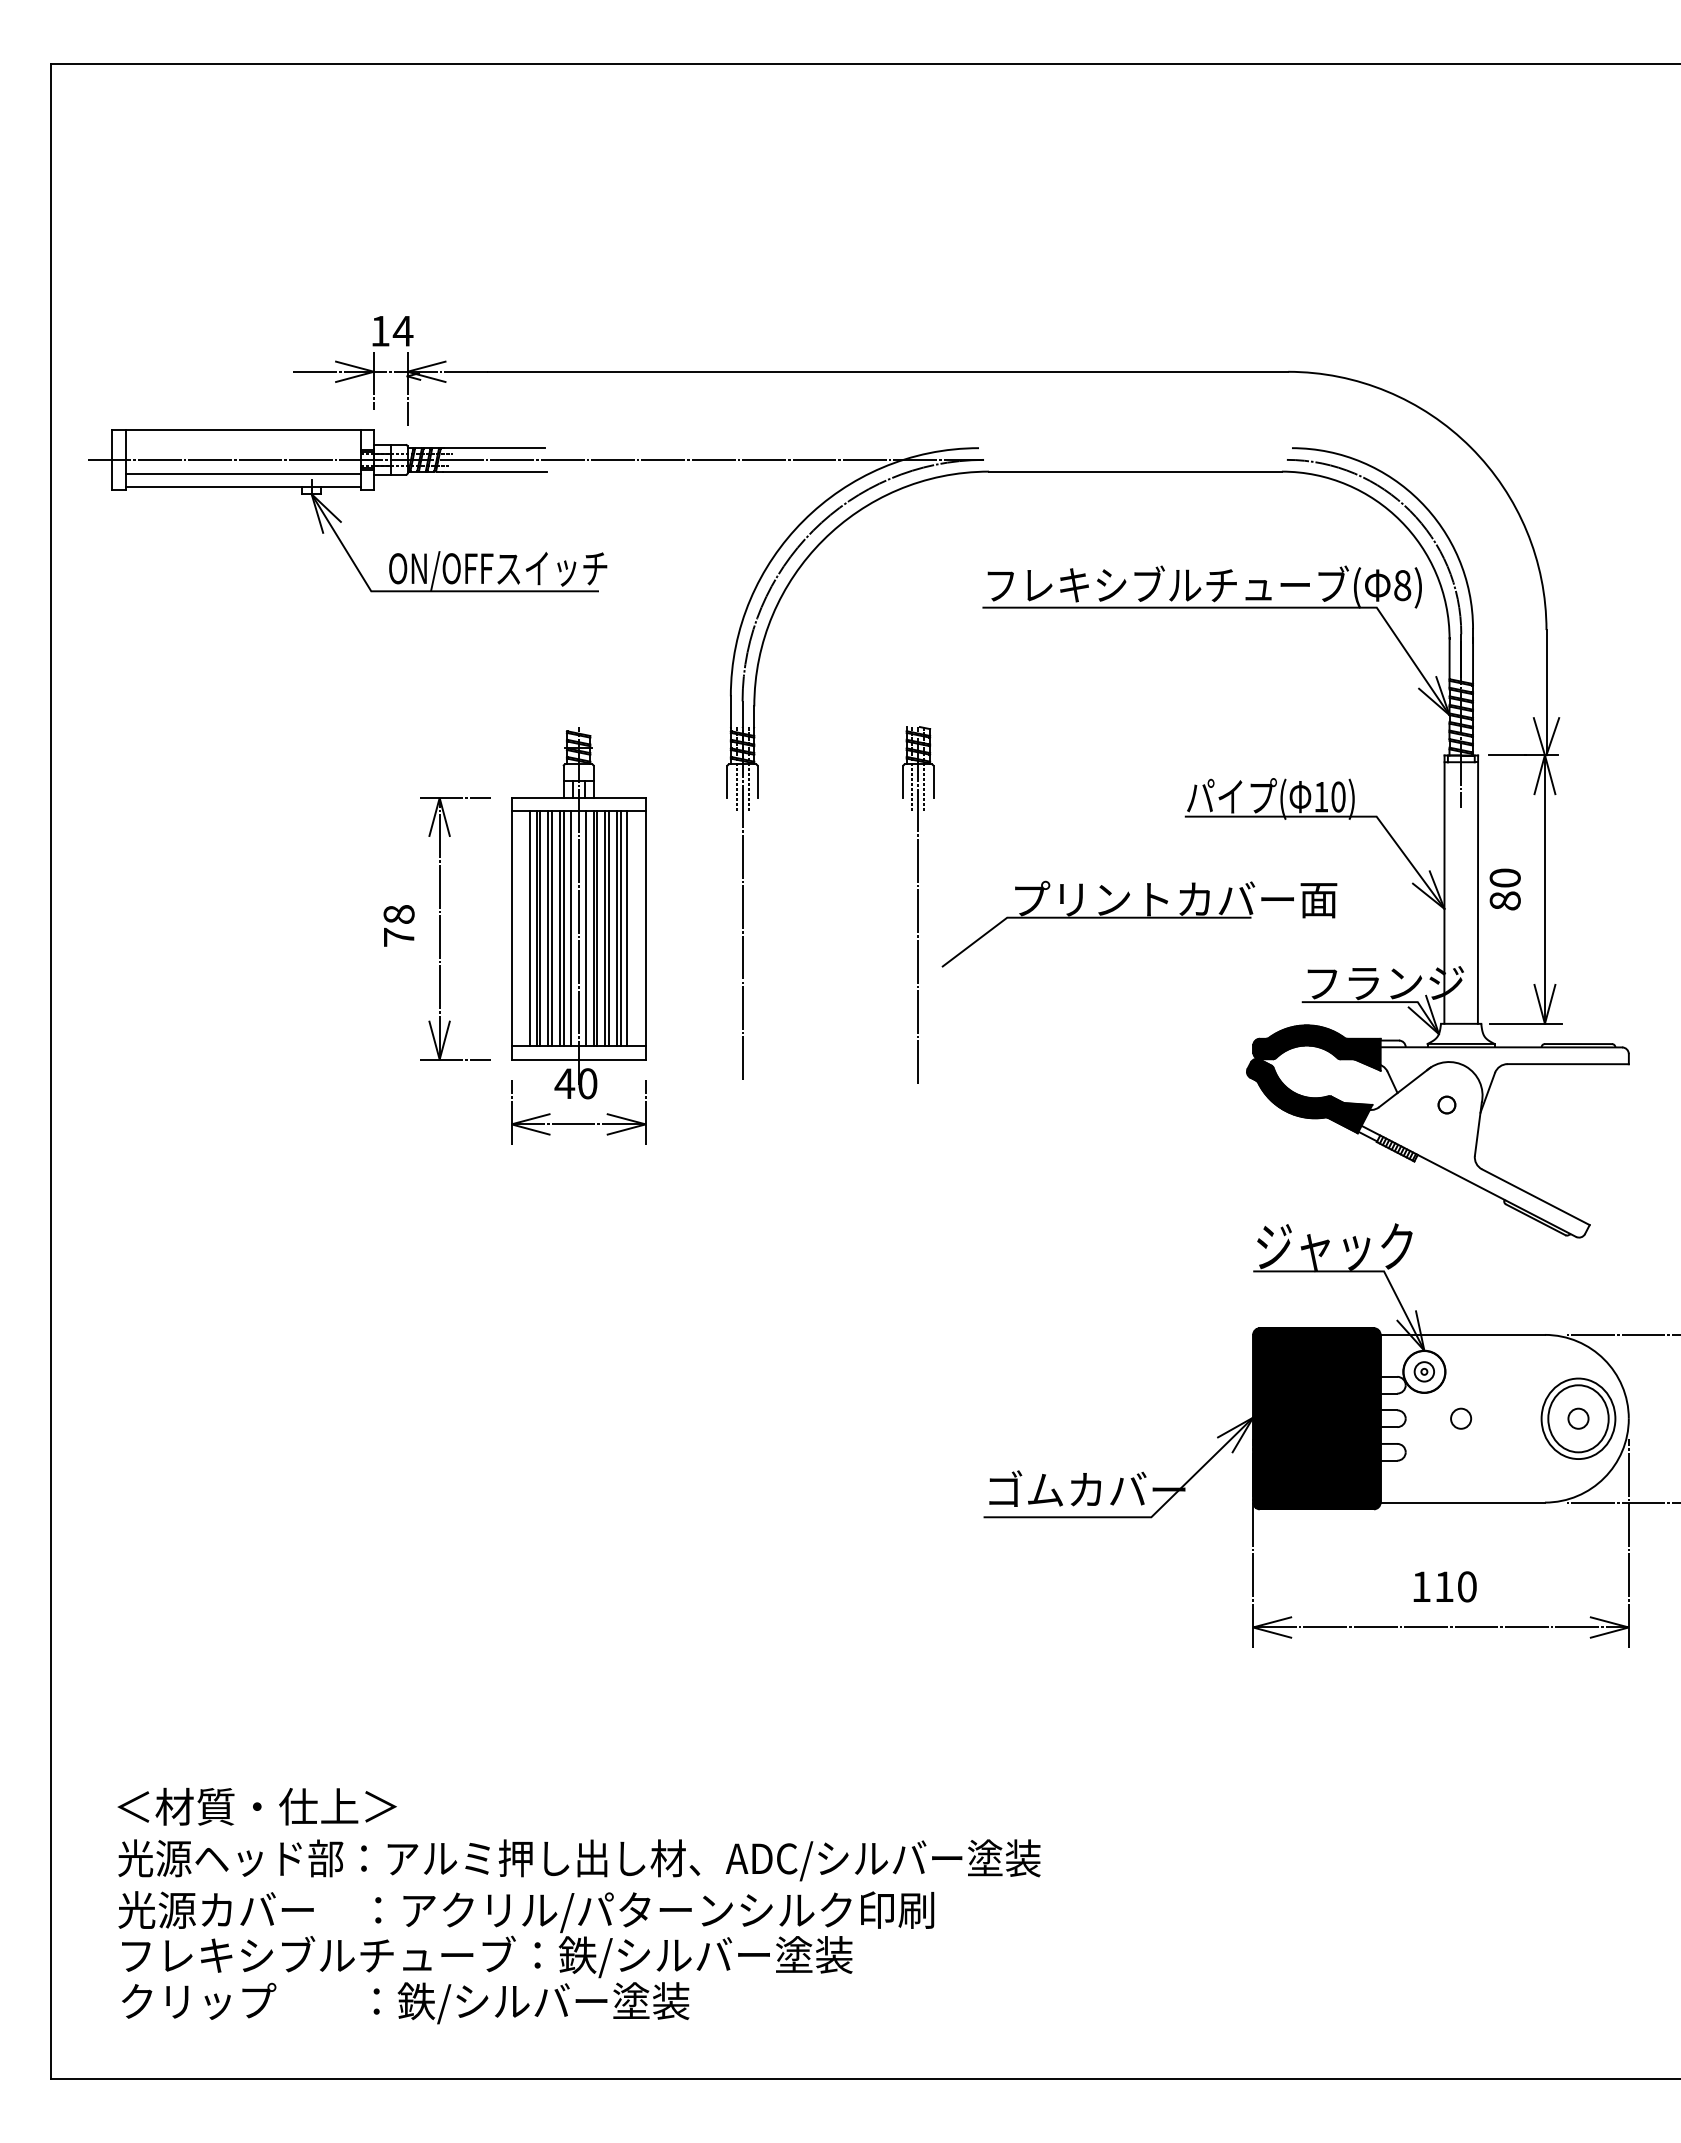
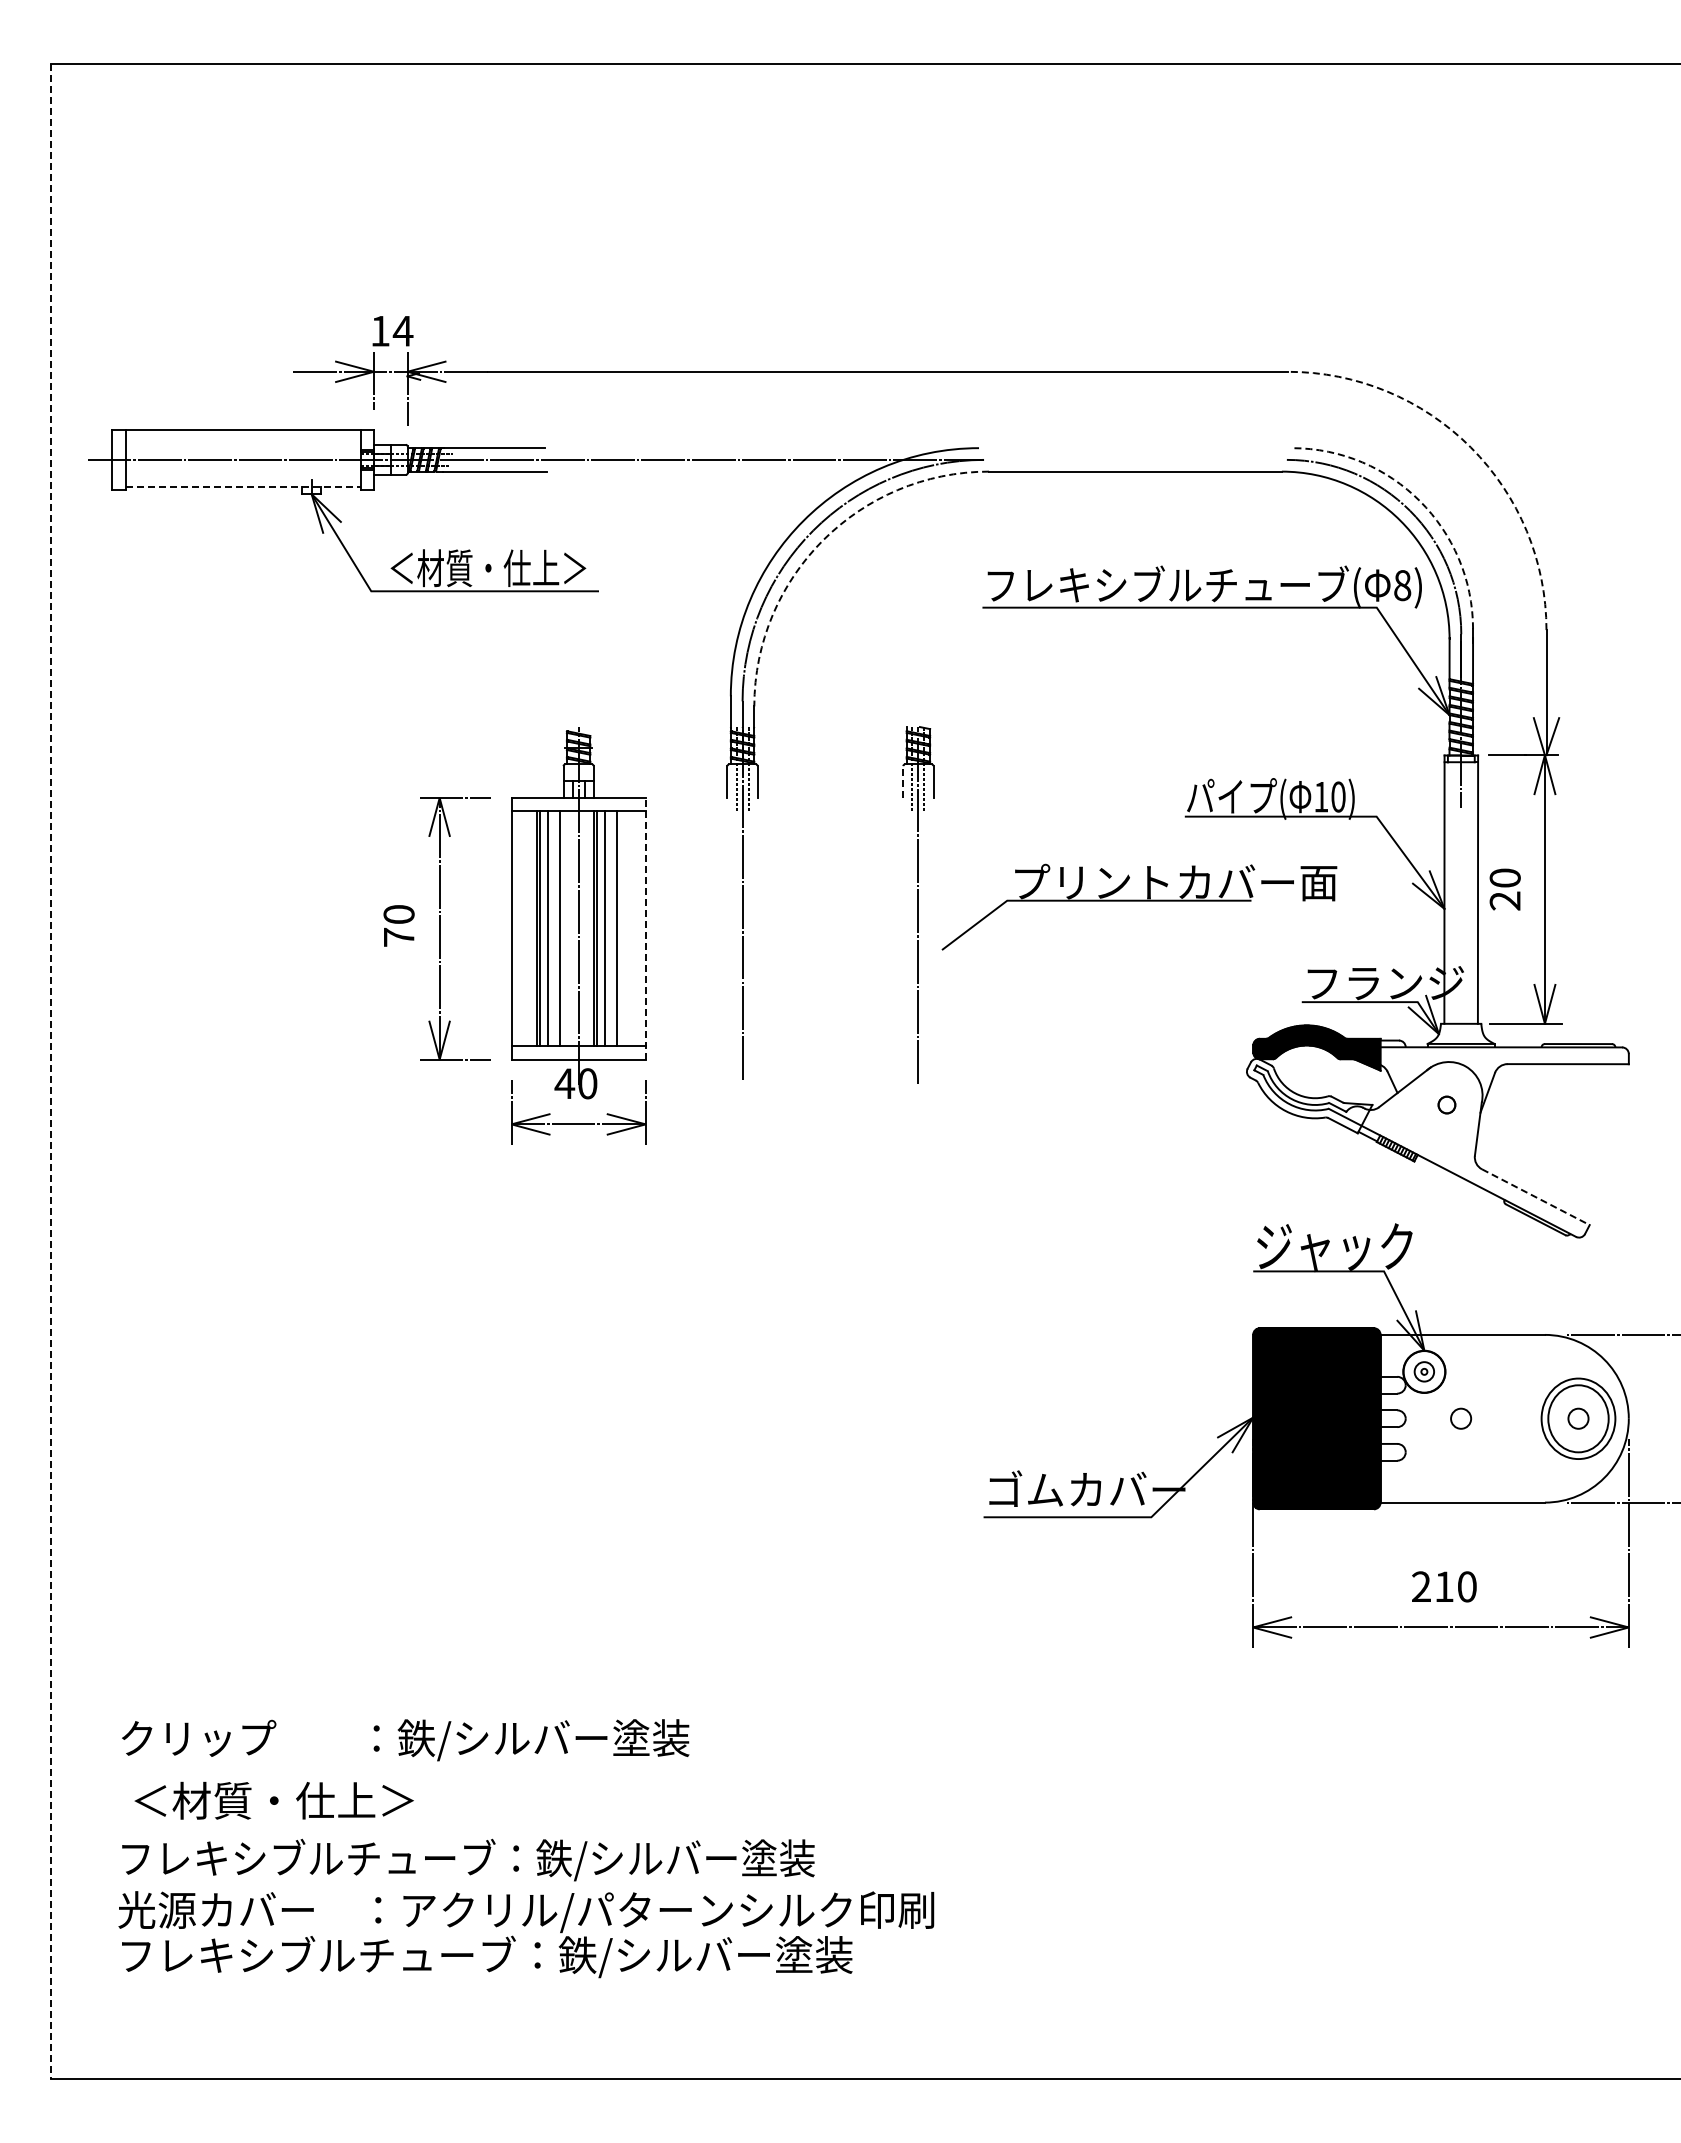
arc at (1470, 447): solid -> dashed
line at (242, 474): present -> none
line at (243, 486): solid -> dashed
arc at (1420, 501): solid -> dashed
arc at (823, 540): solid -> dashed
text at (498, 569): ON/OFFスイッチ -> ＜材質・仕上＞
line at (903, 782): solid -> dashed
text at (1504, 900): 80 -> 20
text at (399, 914): 78 -> 70
part at (1139, 923) position: (1139, 923) -> (1139, 906)
line at (530, 928): present -> none
line at (551, 928): present -> none
line at (563, 928): present -> none
line at (571, 928): present -> none
line at (586, 928): present -> none
line at (608, 928): present -> none
line at (620, 928): present -> none
line at (627, 928): present -> none
line at (645, 928): solid -> dashed
line at (50, 1071): solid -> dashed
hatch at (1309, 1095): present -> none
line at (1535, 1197): solid -> dashed
text at (1421, 1586): 110 -> 210
text at (256, 1806) position: (256, 1806) -> (273, 1800)
text at (579, 1859): 光源ヘッド部：アルミ押し出し材、ADC/シルバー塗装 -> フレキシブルチューブ：鉄/シルバー塗装
text at (405, 2003) position: (405, 2003) -> (405, 1740)
